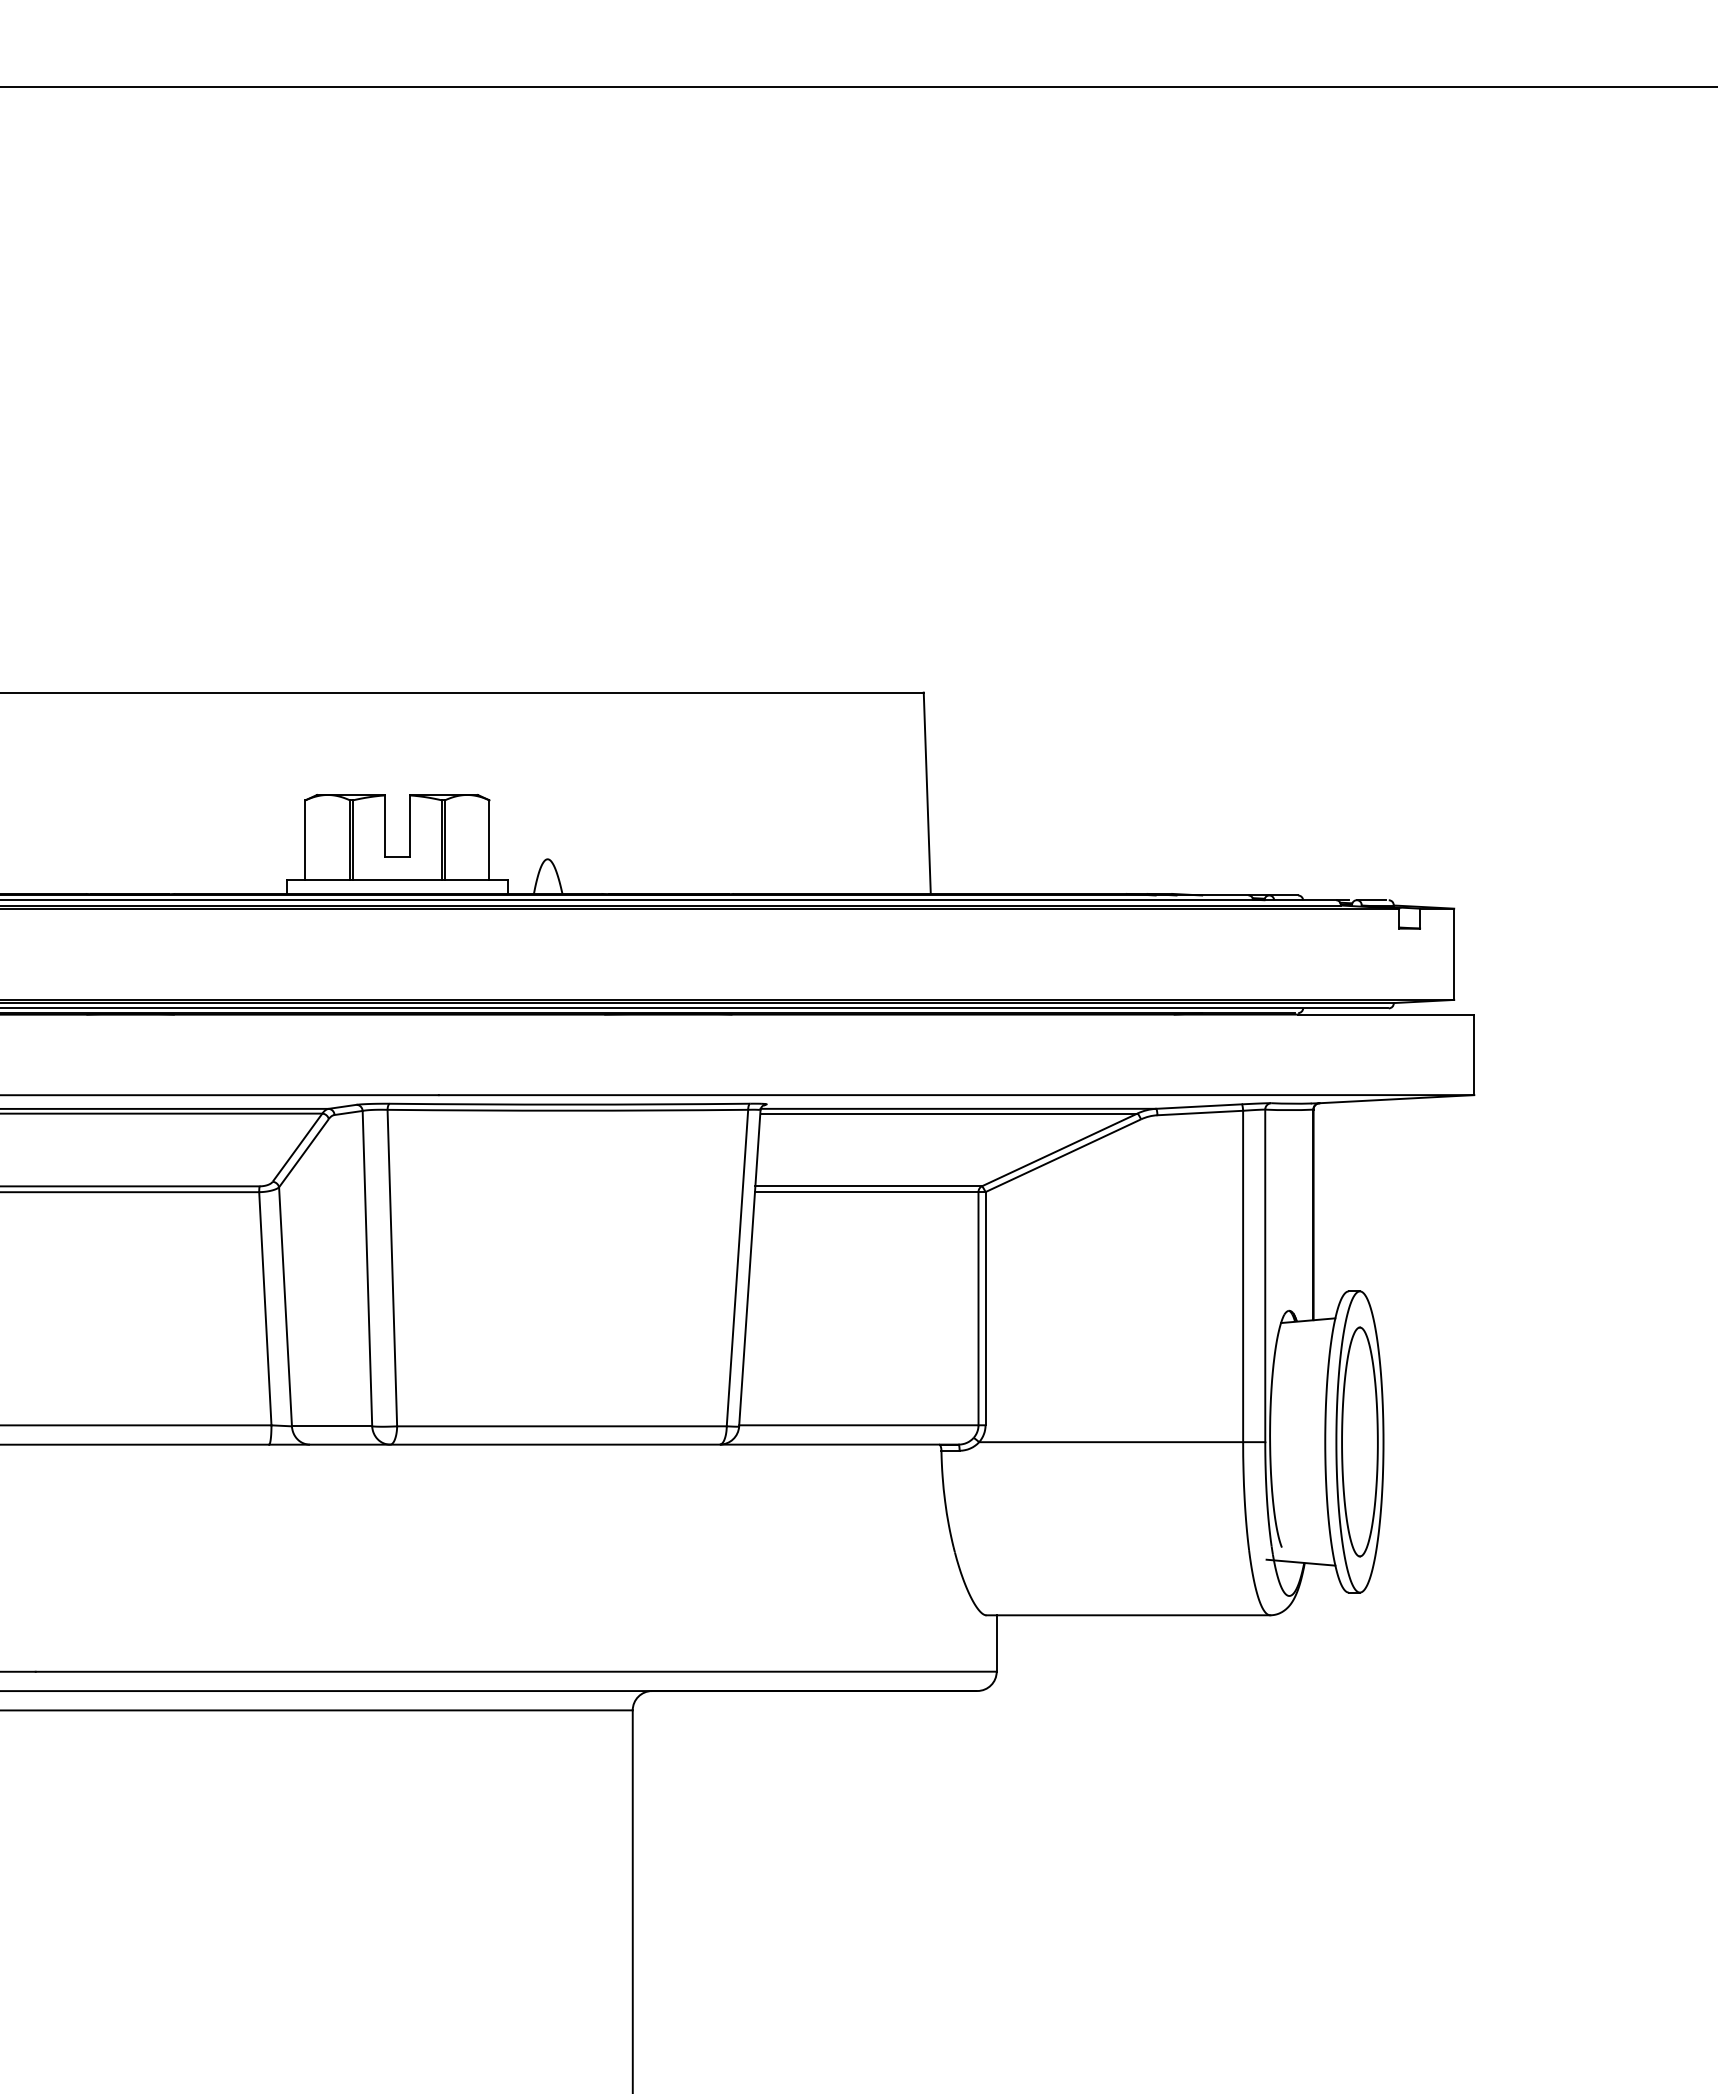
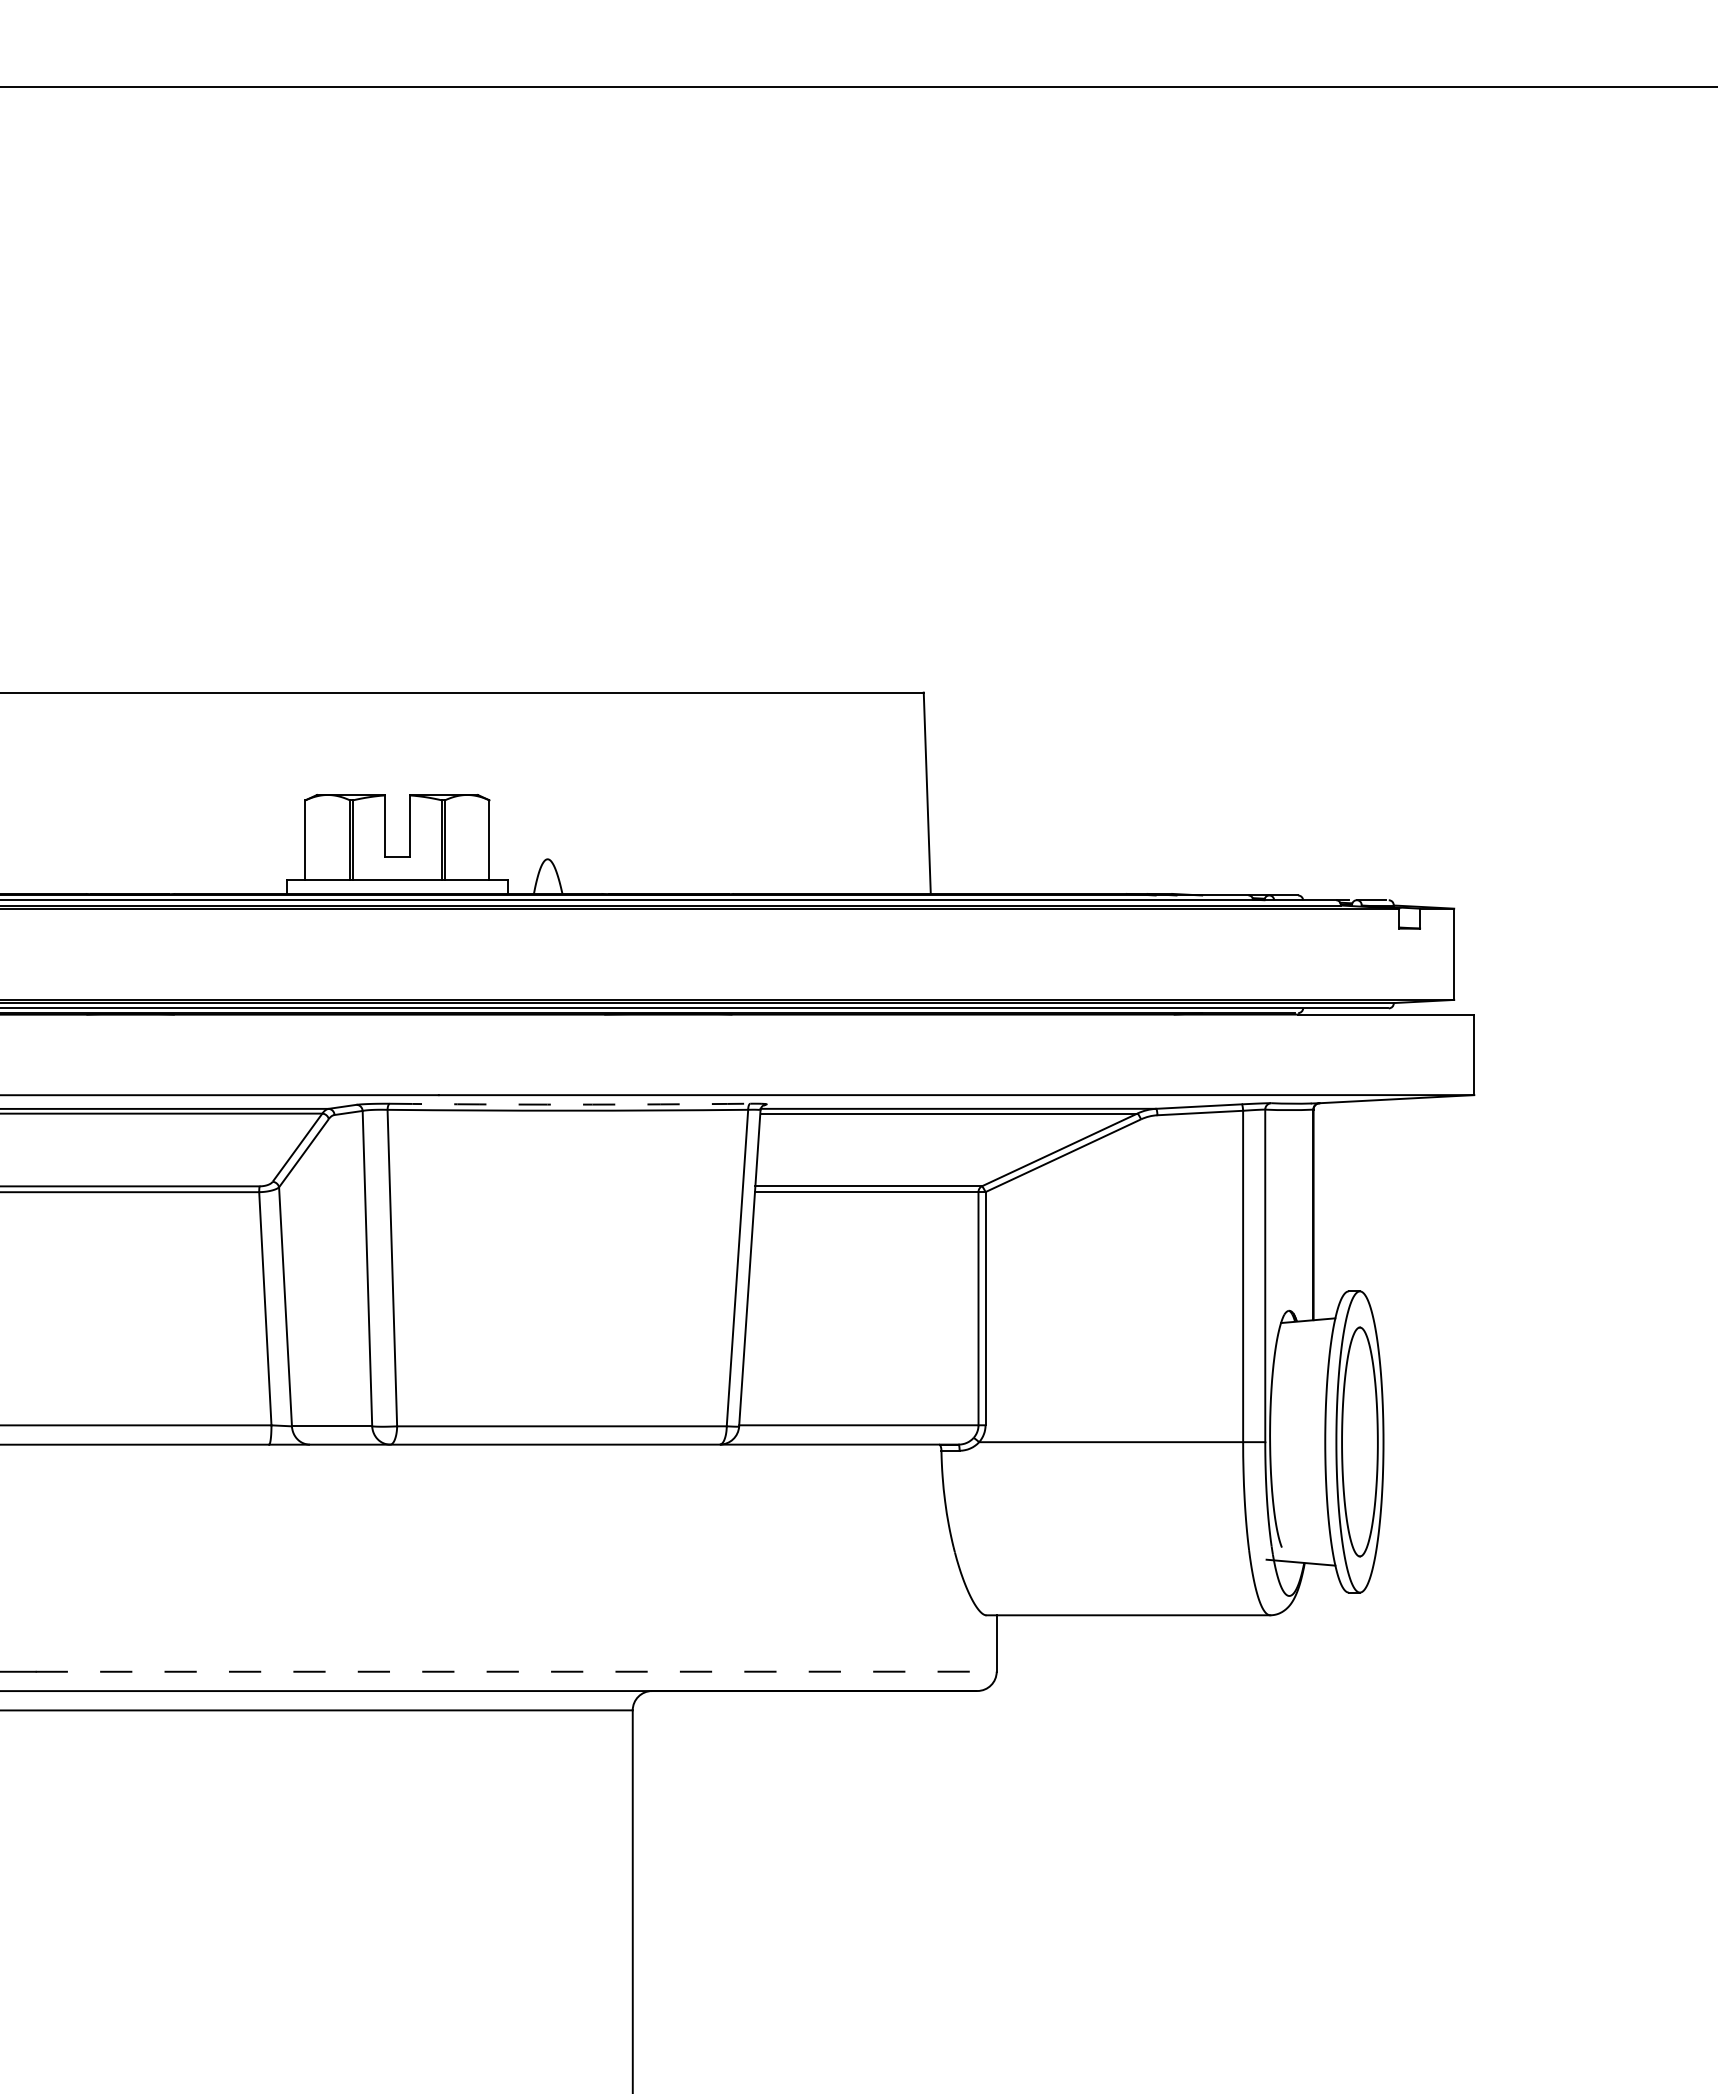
arc at (570, 1104): solid -> dashed
line at (516, 1671): solid -> dashed
